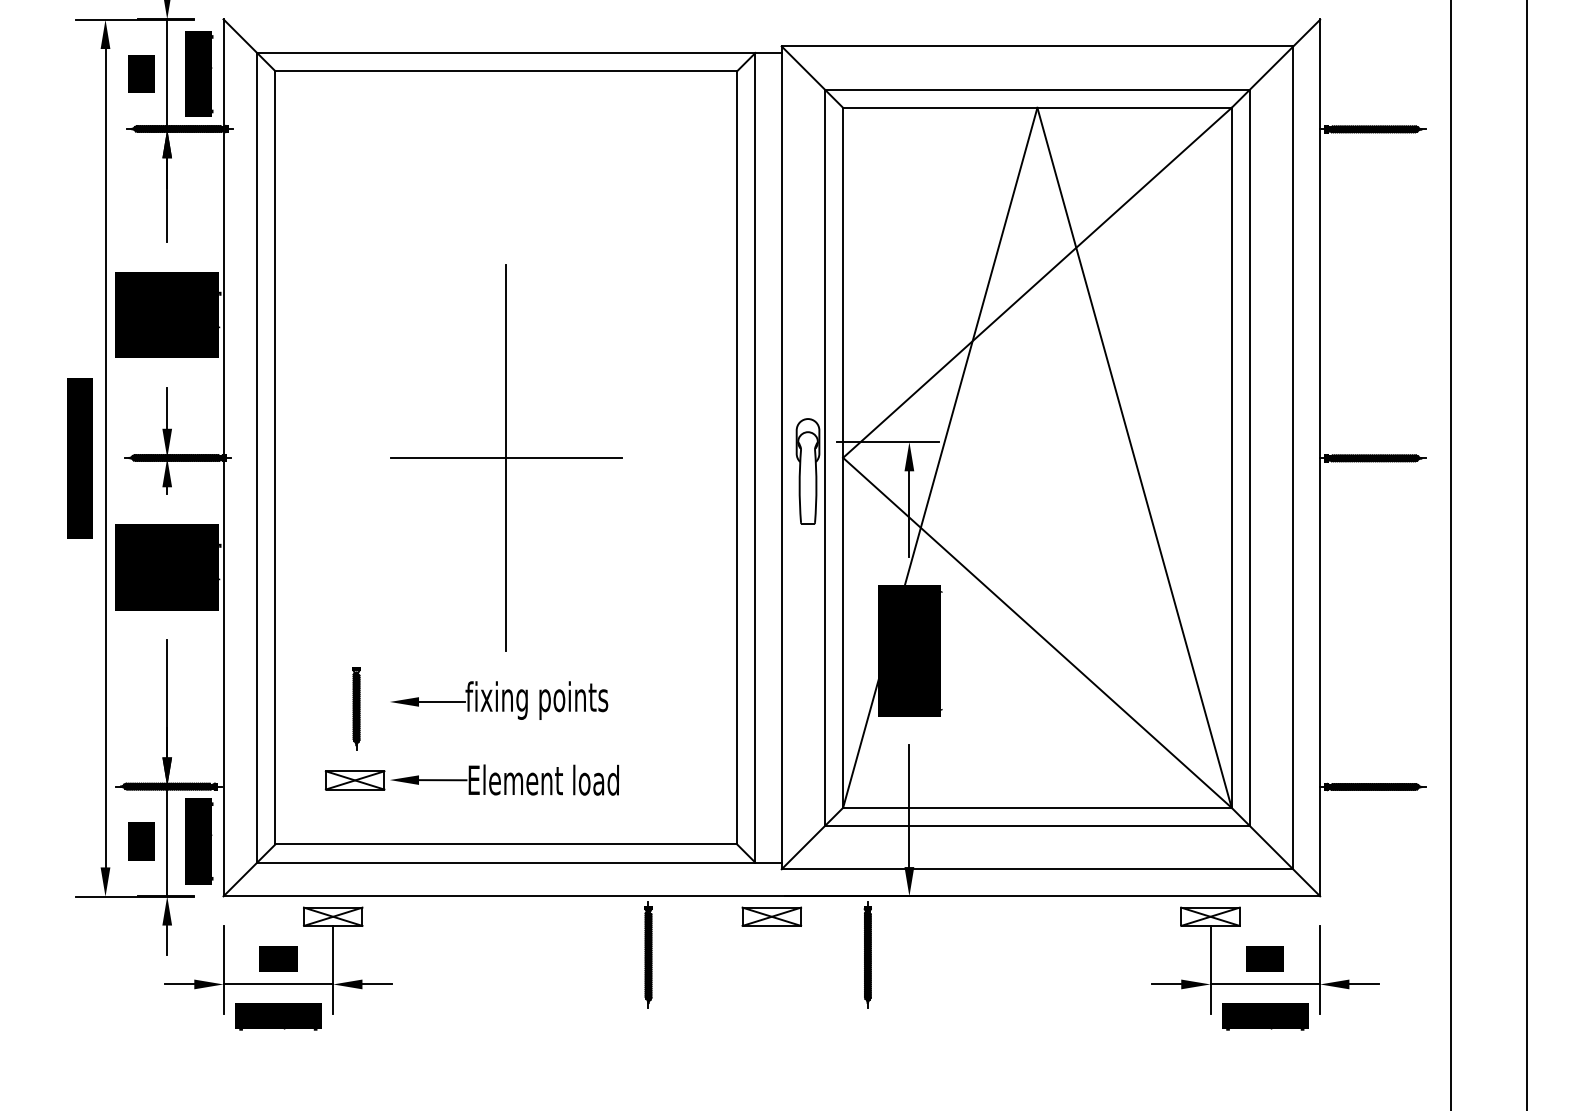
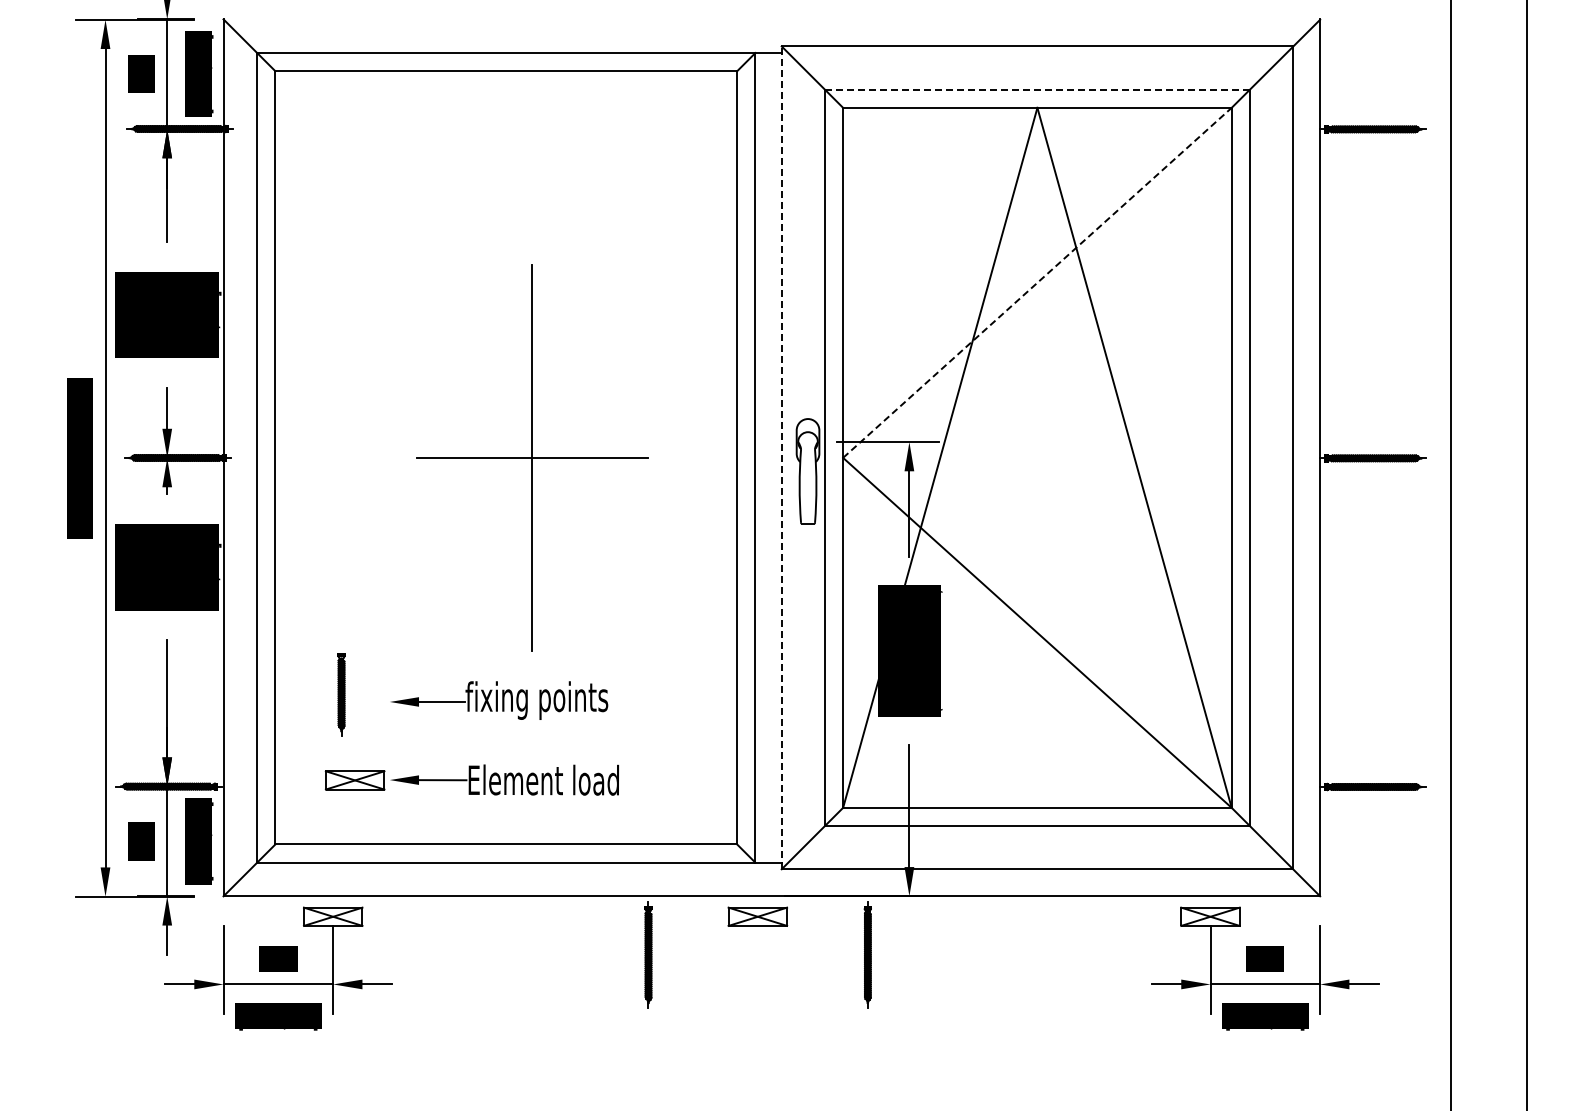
line at (1037, 89): solid -> dashed
line at (1037, 282): solid -> dashed
part at (506, 457) position: (506, 457) -> (532, 457)
line at (781, 457): solid -> dashed
part at (356, 708) position: (356, 708) -> (341, 694)
part at (771, 916) position: (771, 916) -> (757, 916)
